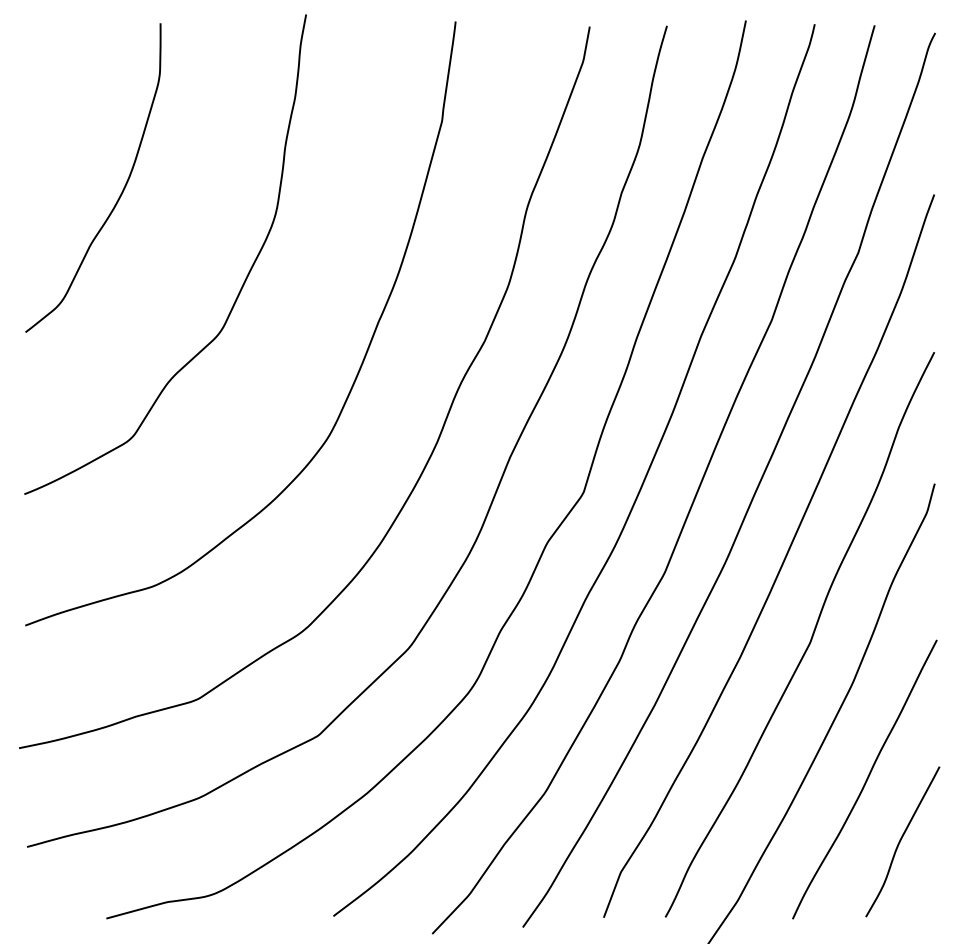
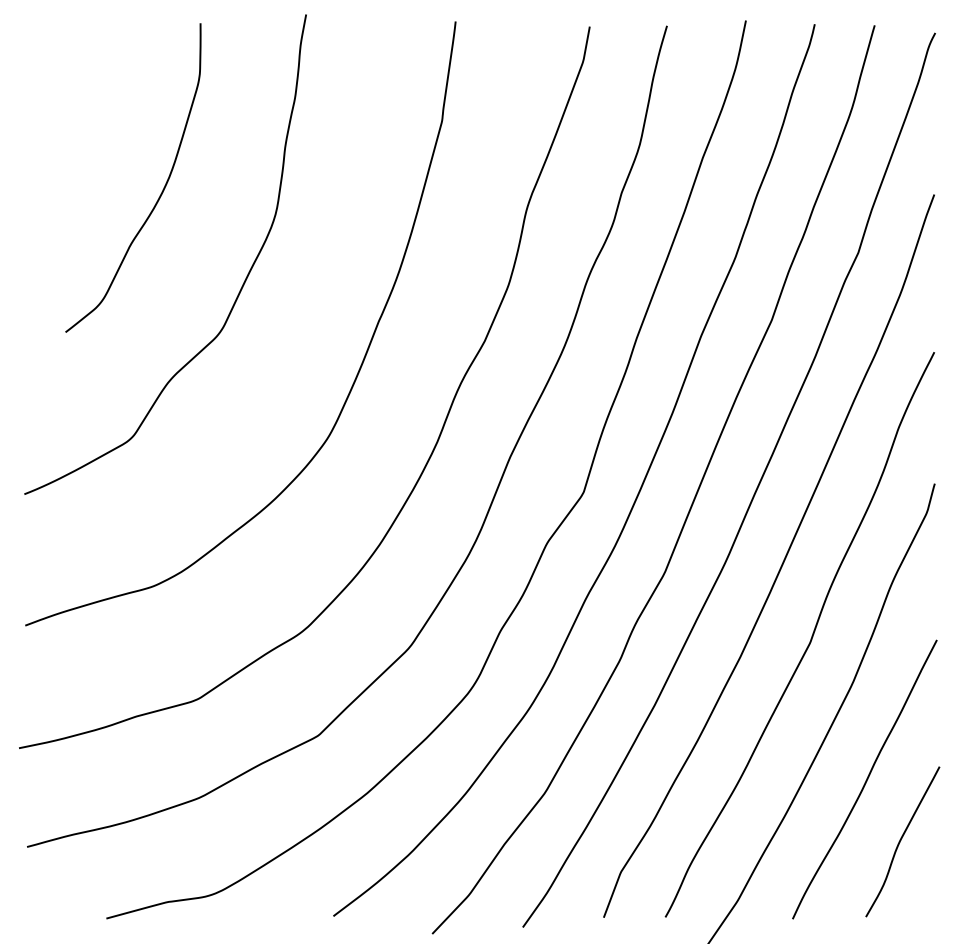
curve at (121, 191) position: (121, 191) -> (161, 191)
